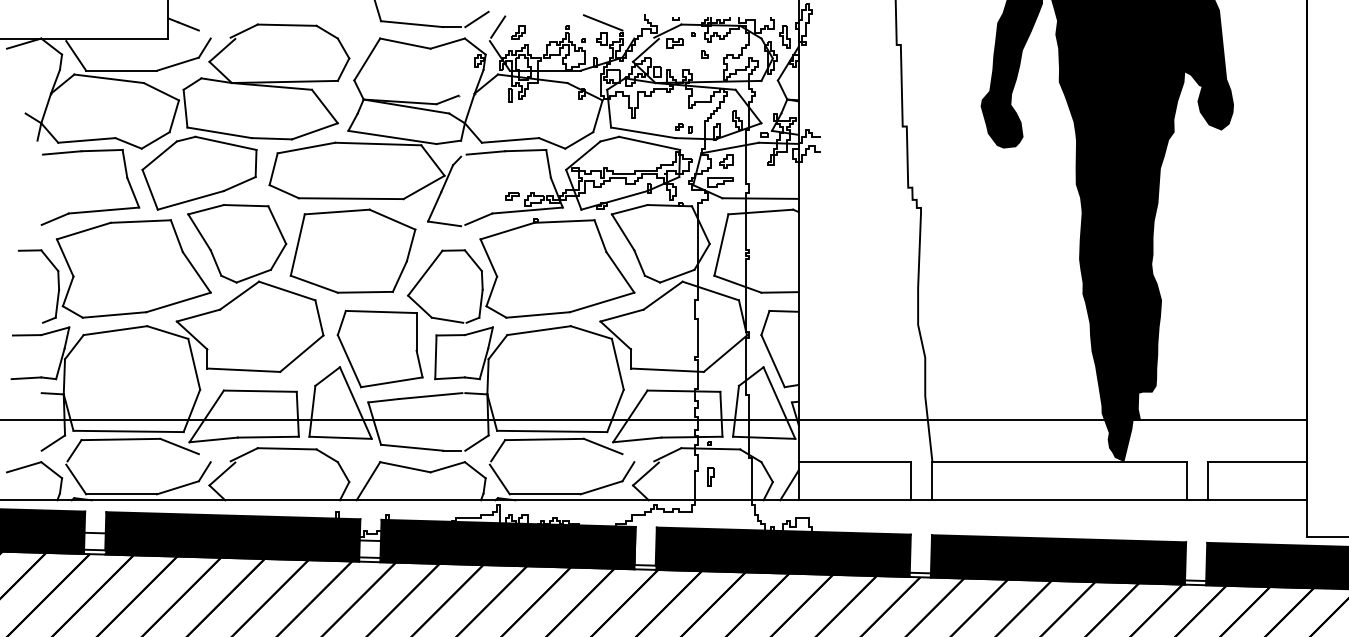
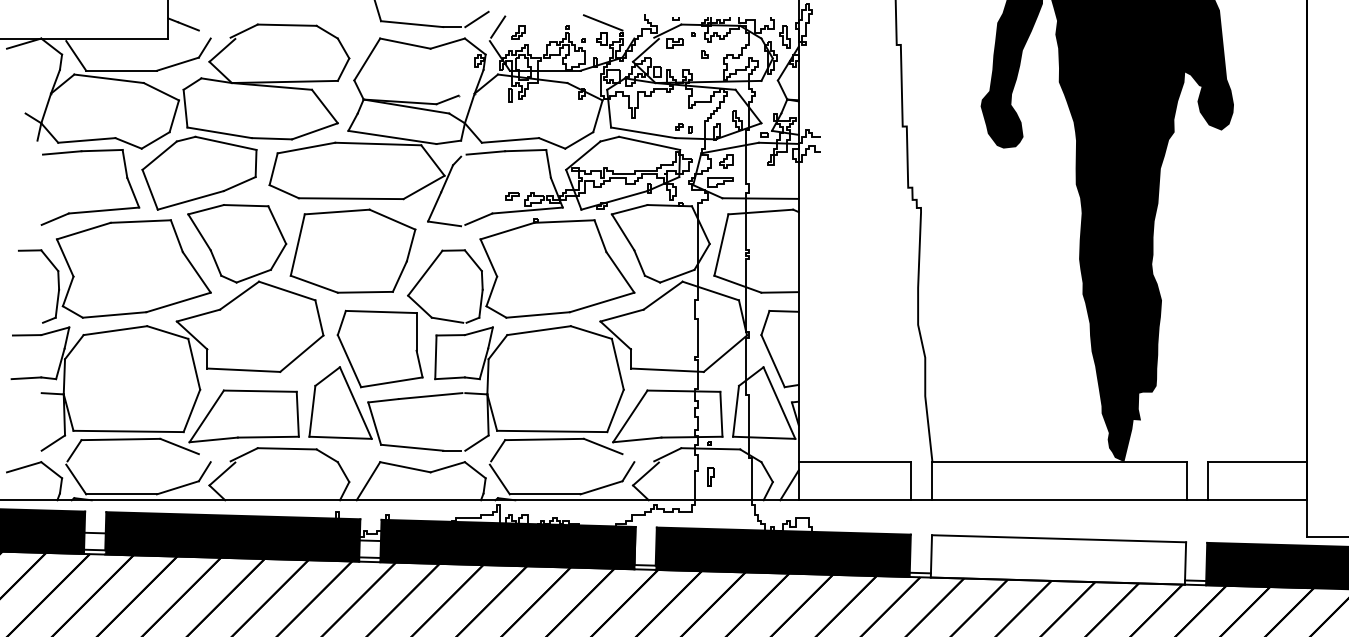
line at (654, 419): present -> none
fill at (1058, 559): present -> none
